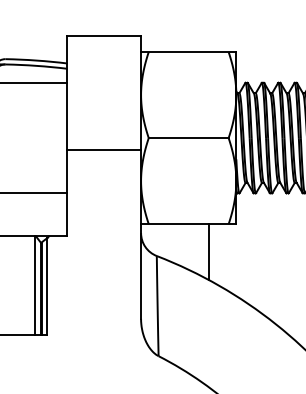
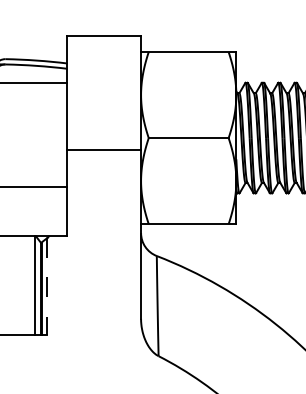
line at (34, 193) position: (34, 193) -> (34, 187)
line at (208, 252): present -> none
line at (47, 286): solid -> dashed
